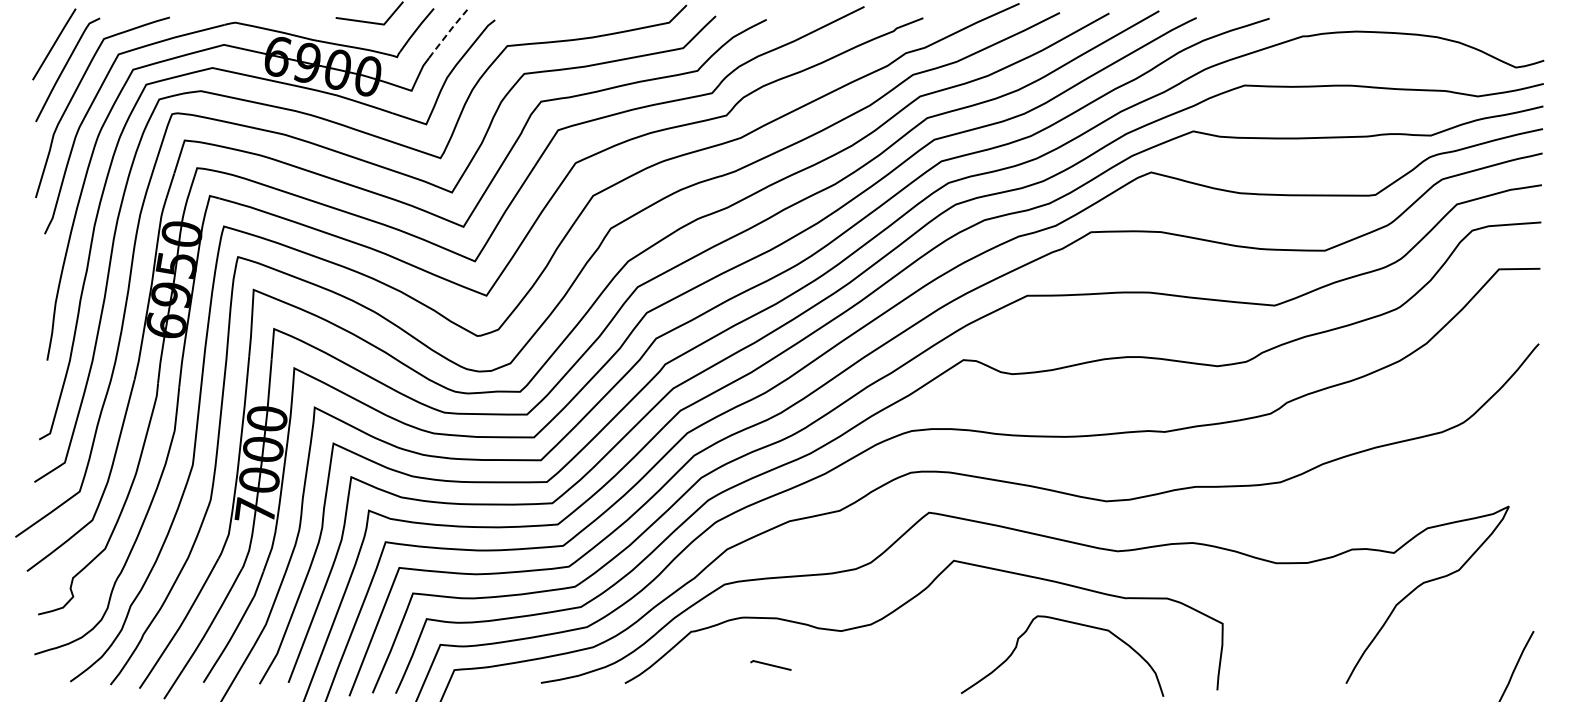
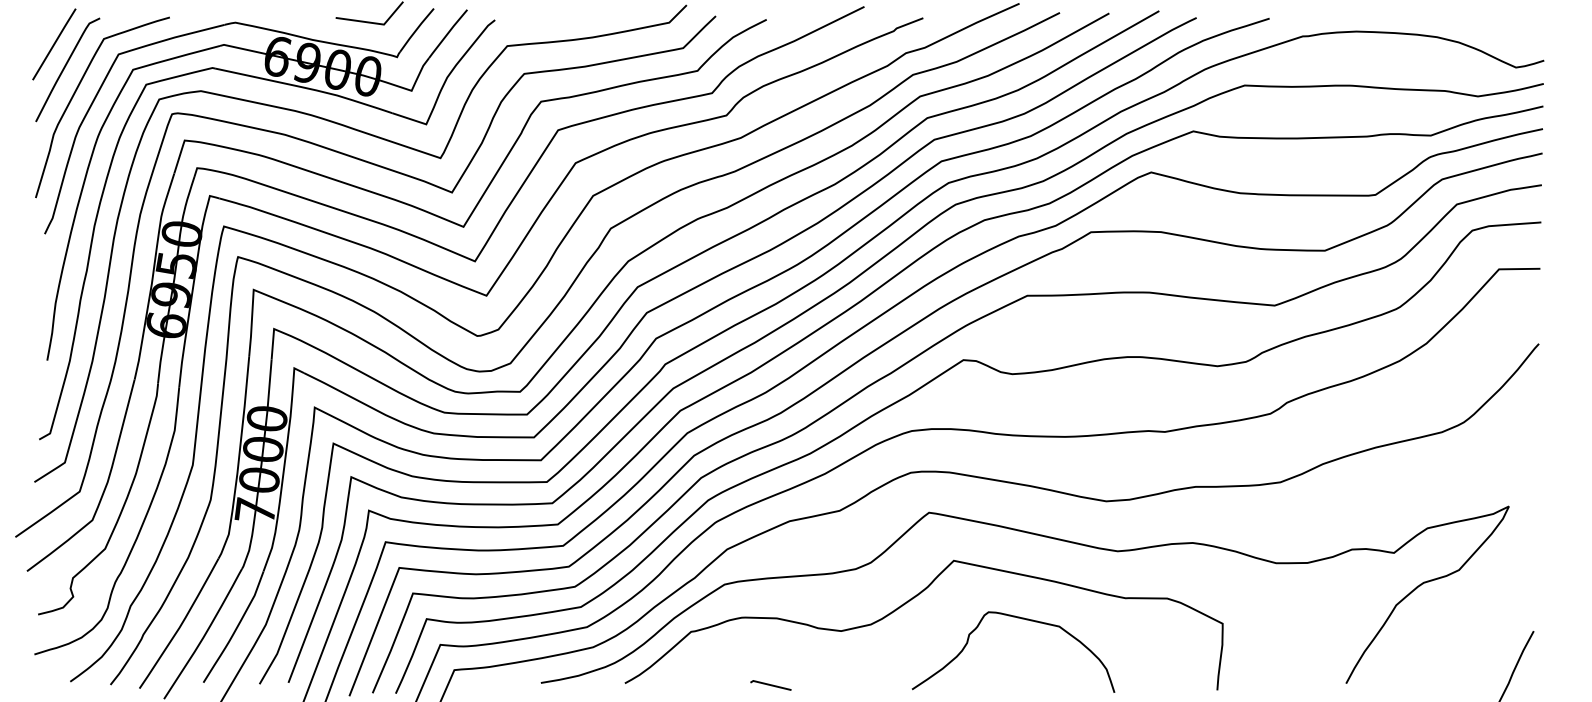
line at (448, 33): dashed -> solid
curve at (1066, 622) position: (1066, 622) -> (1017, 618)
line at (770, 665) position: (770, 665) -> (770, 685)
